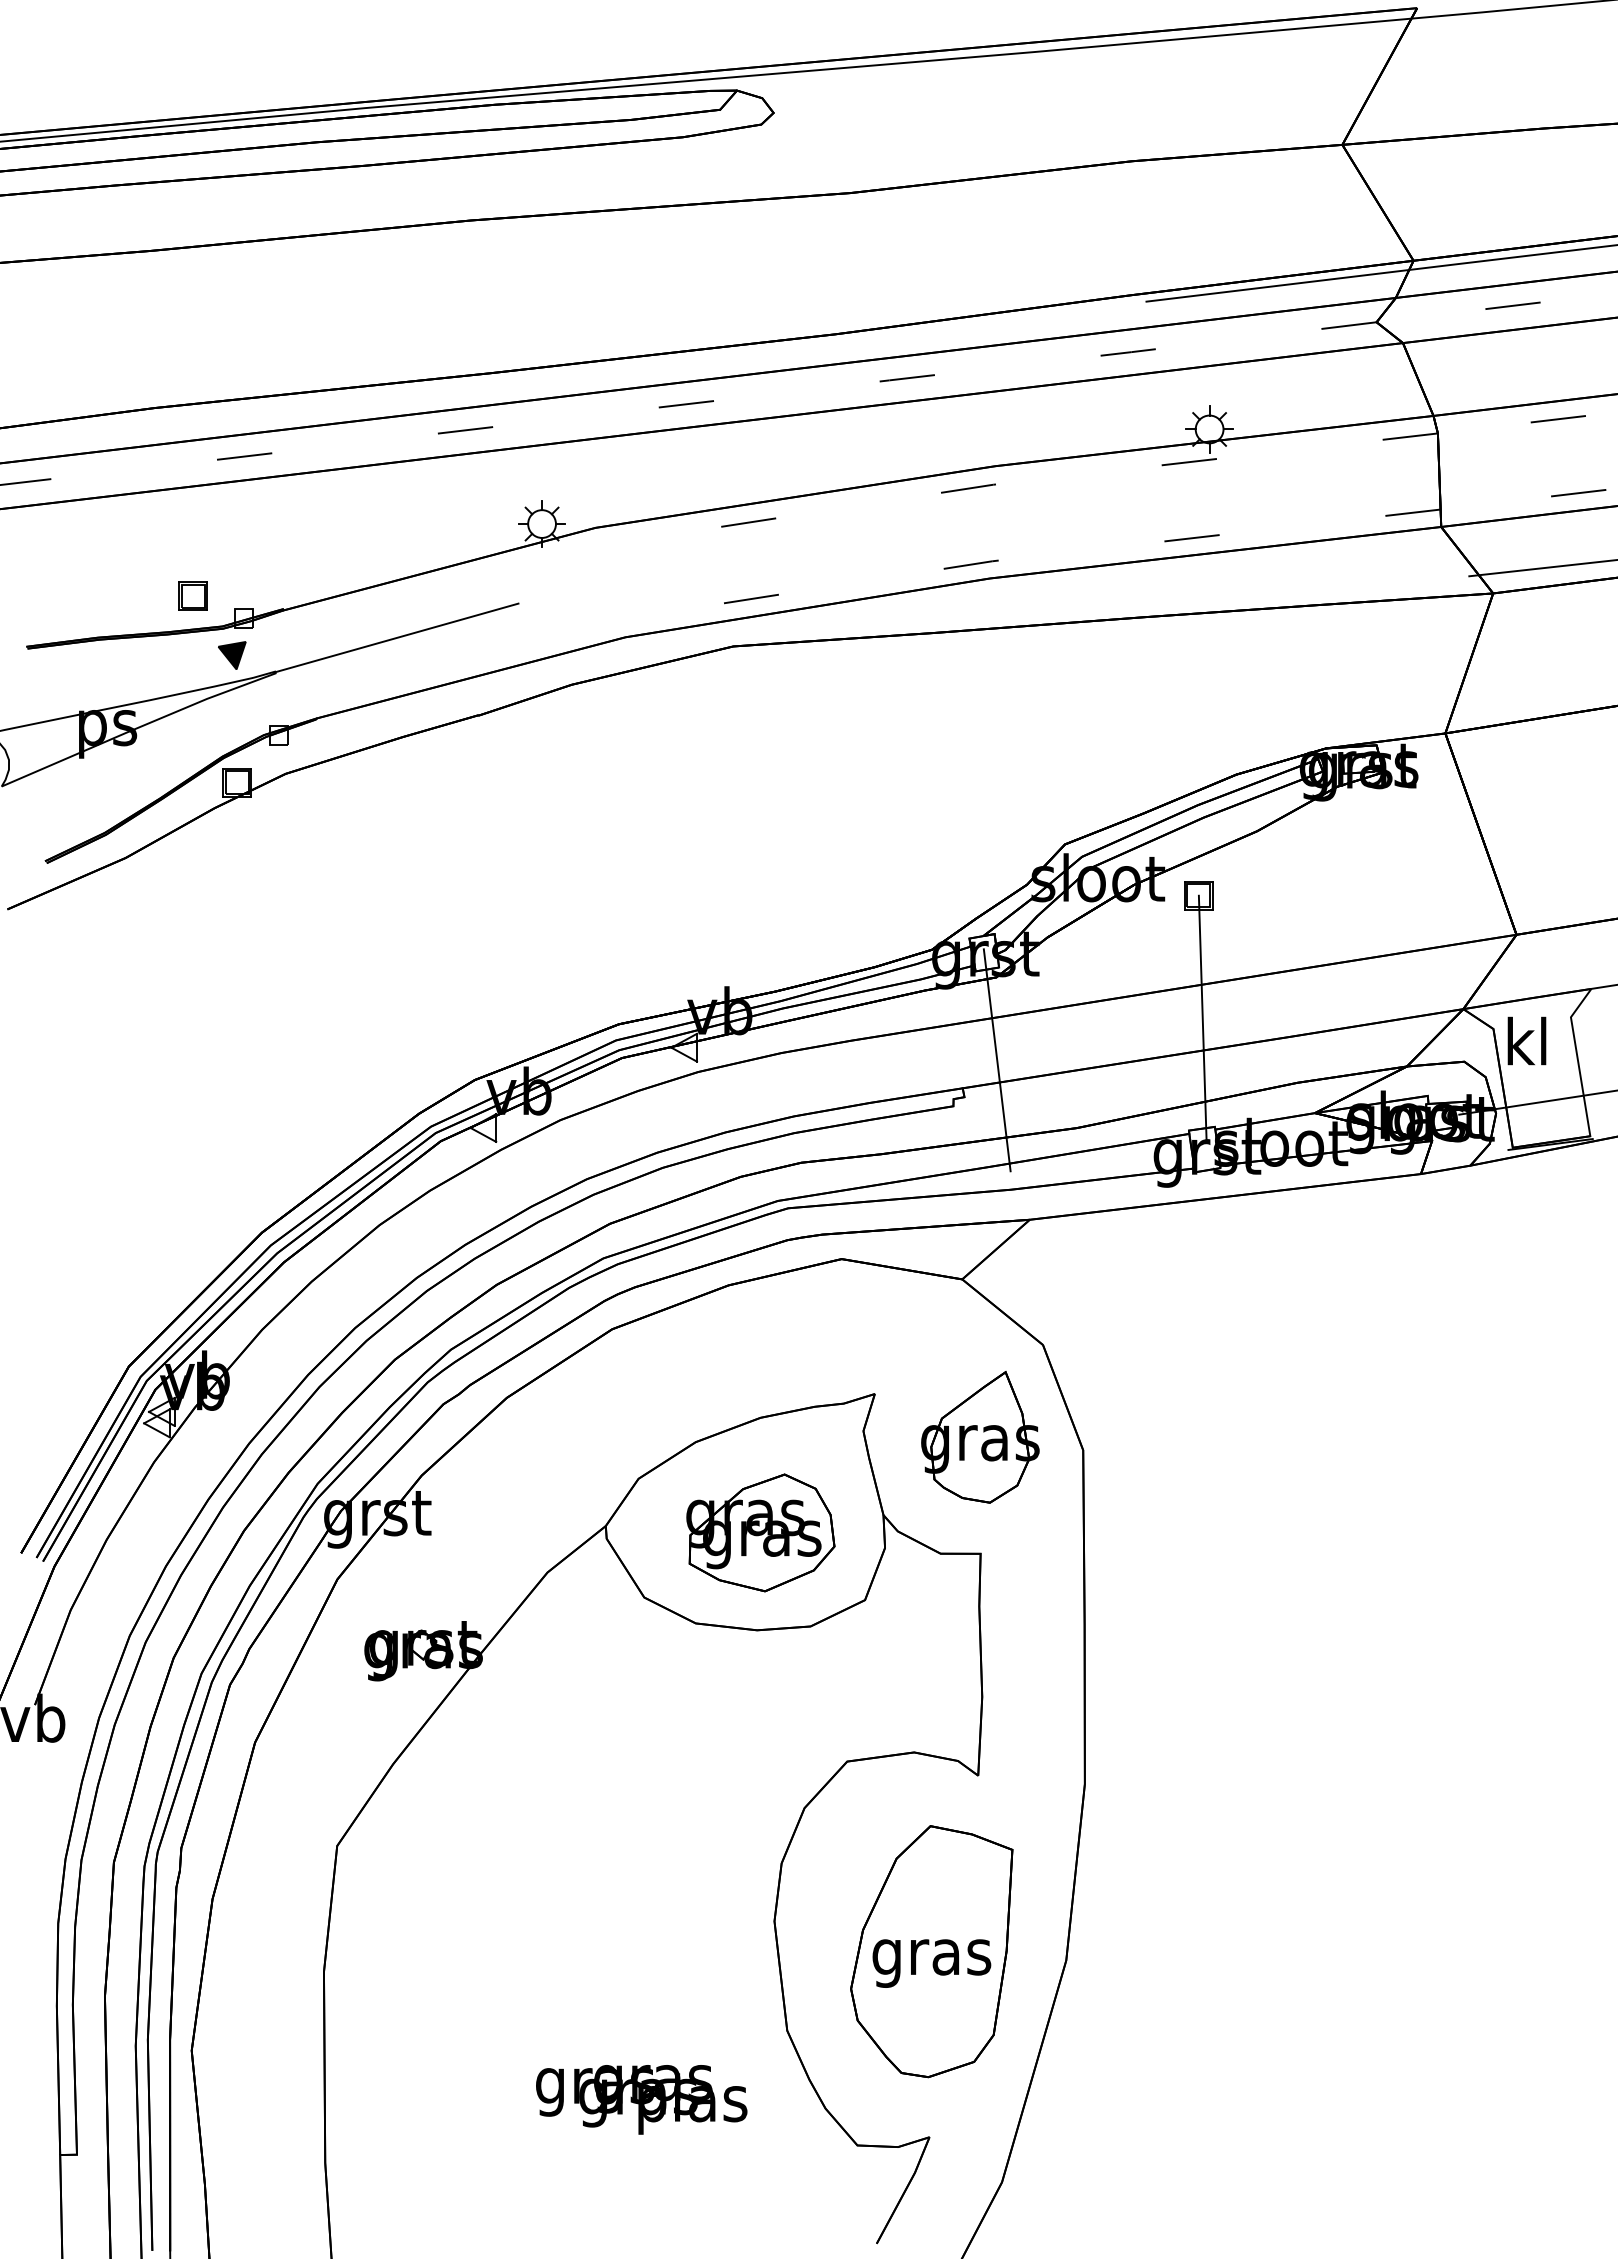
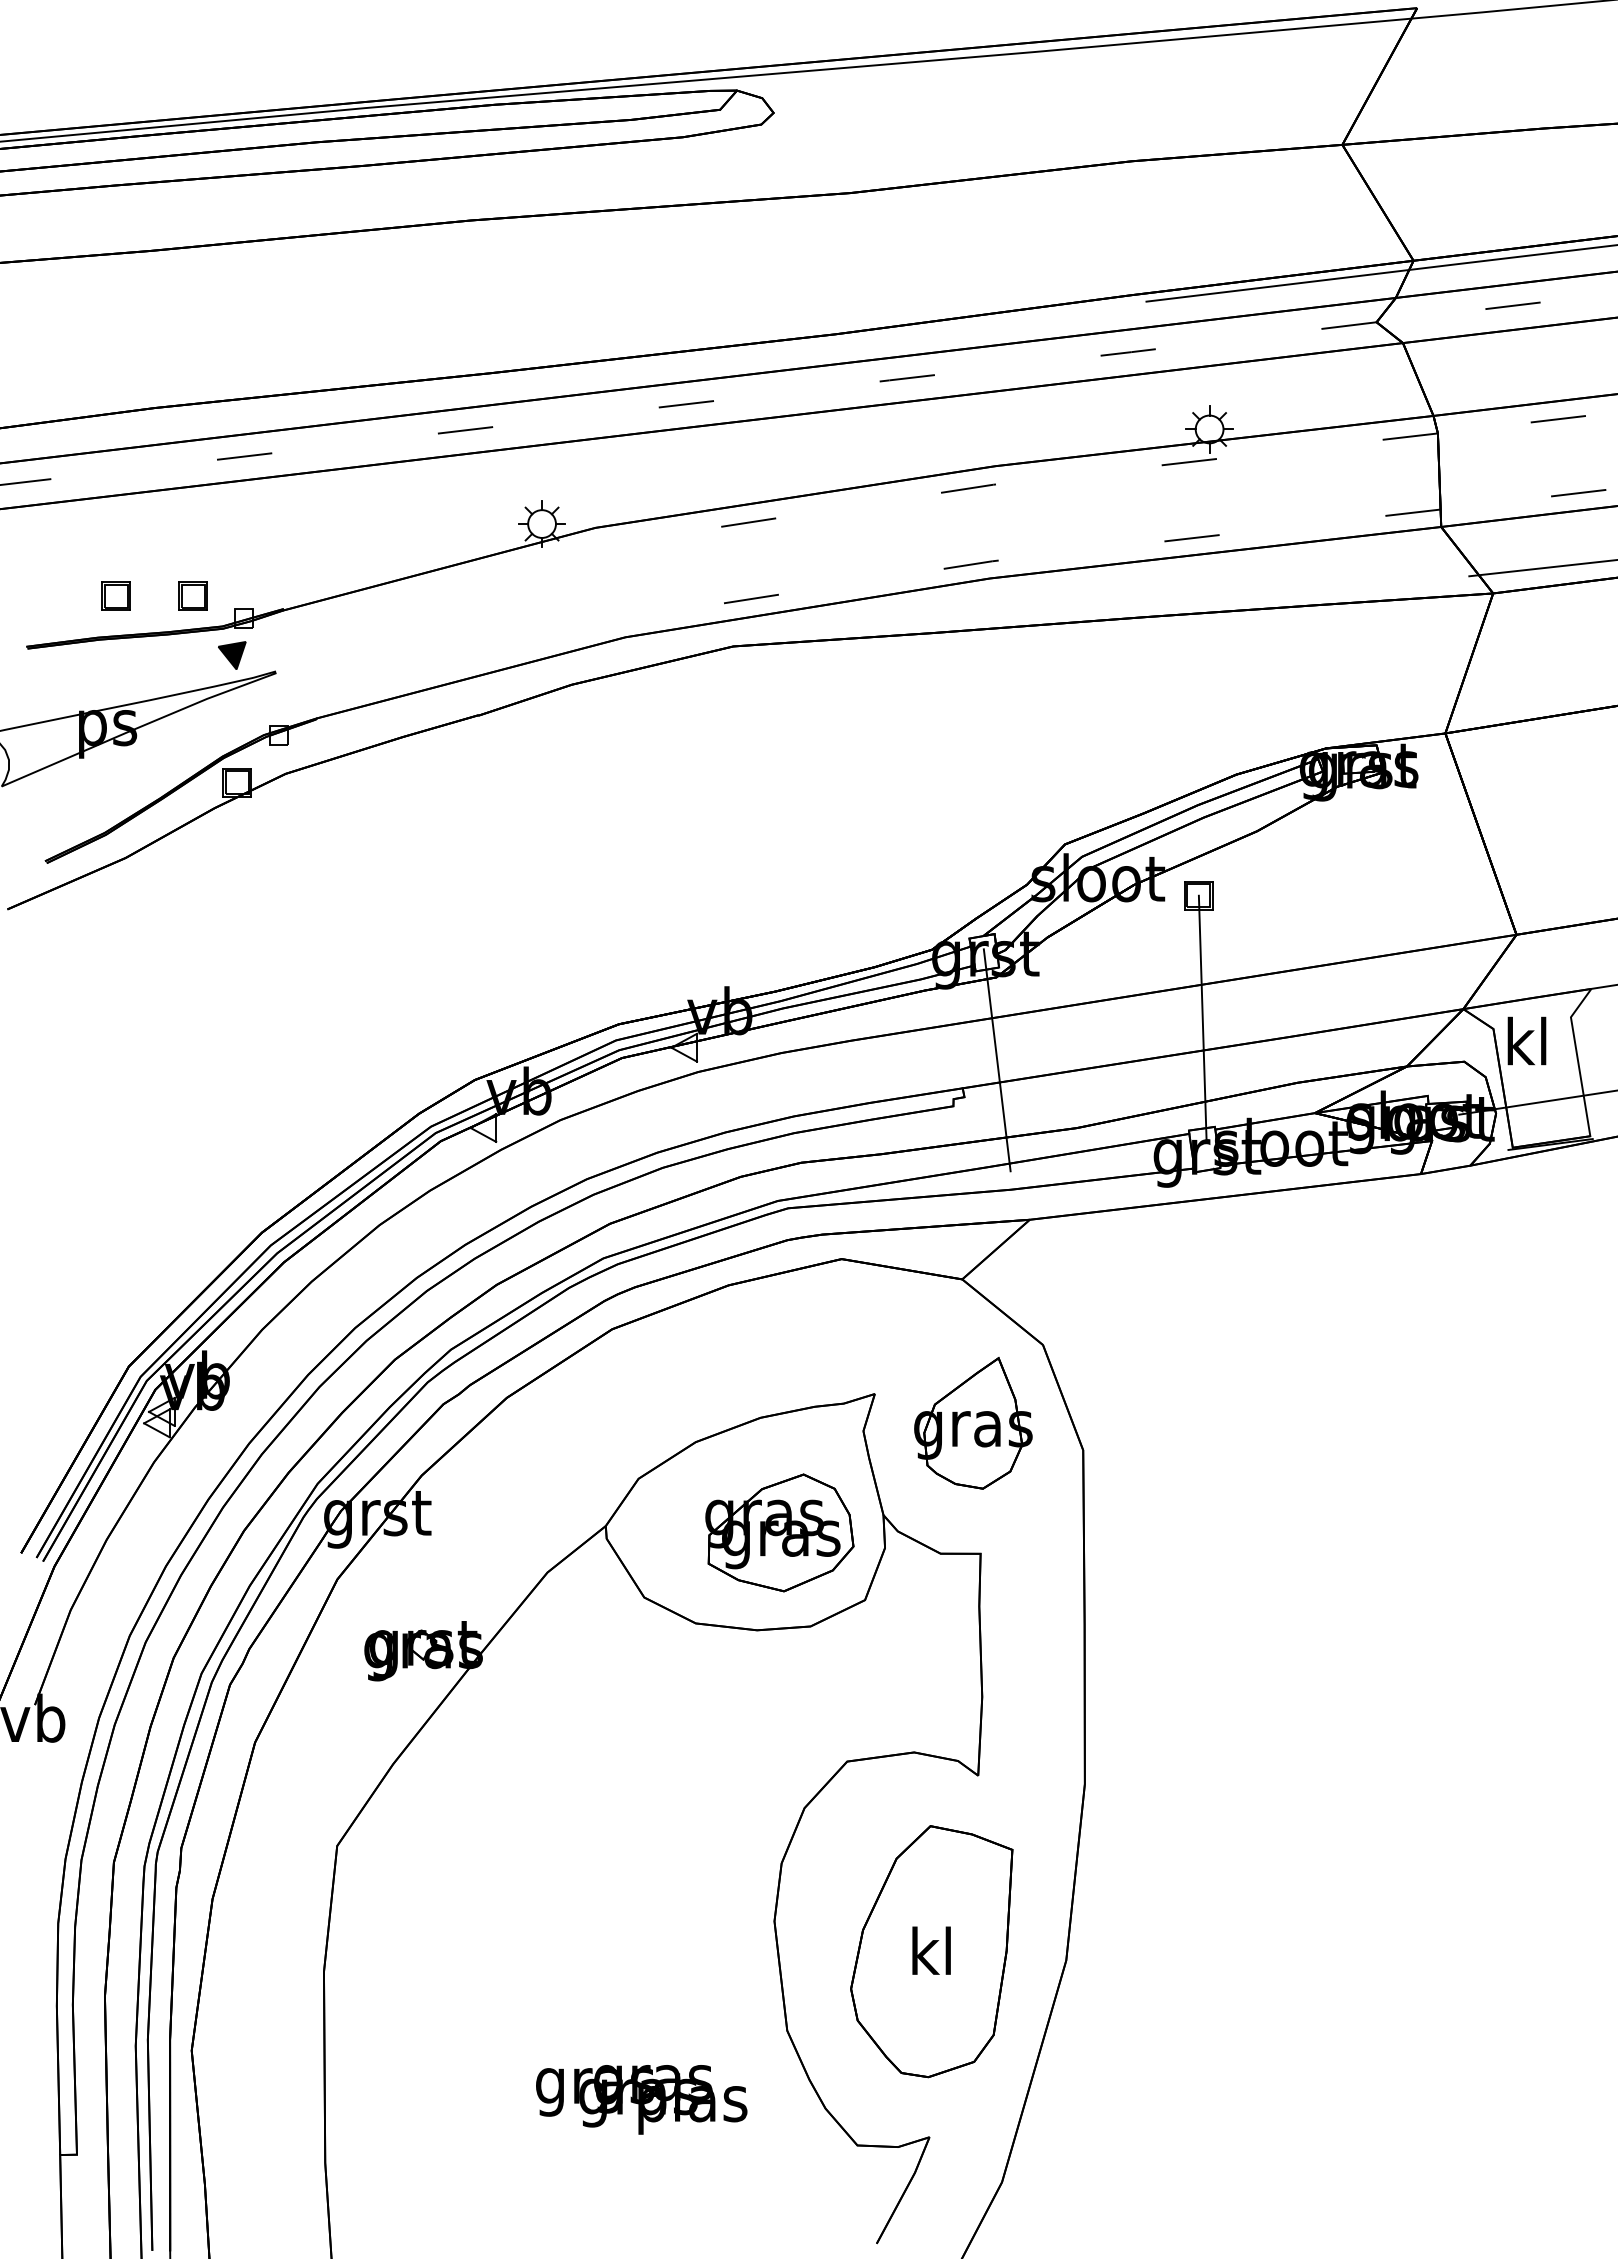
part at (115, 595): none -> present
line at (396, 637): present -> none
part at (980, 1437) position: (980, 1437) -> (973, 1423)
part at (760, 1532) position: (760, 1532) -> (779, 1532)
text at (931, 1956): gras -> kl
